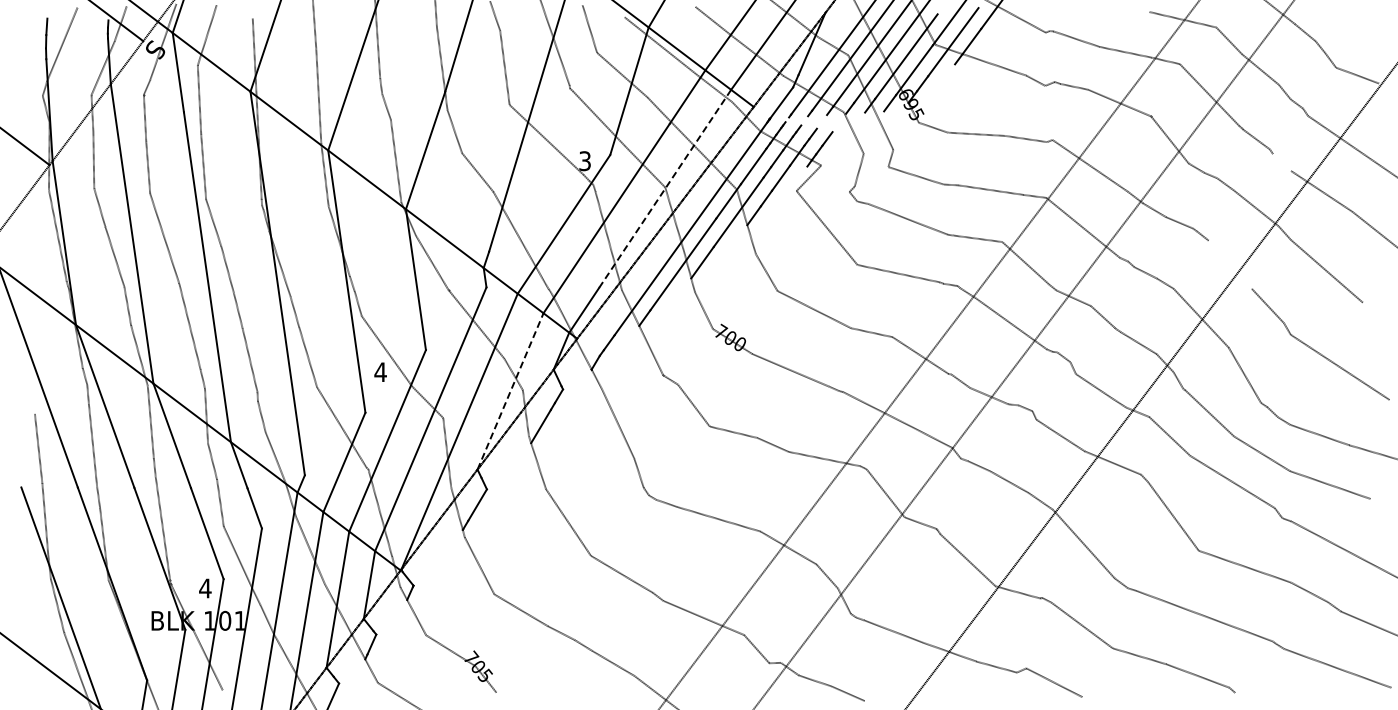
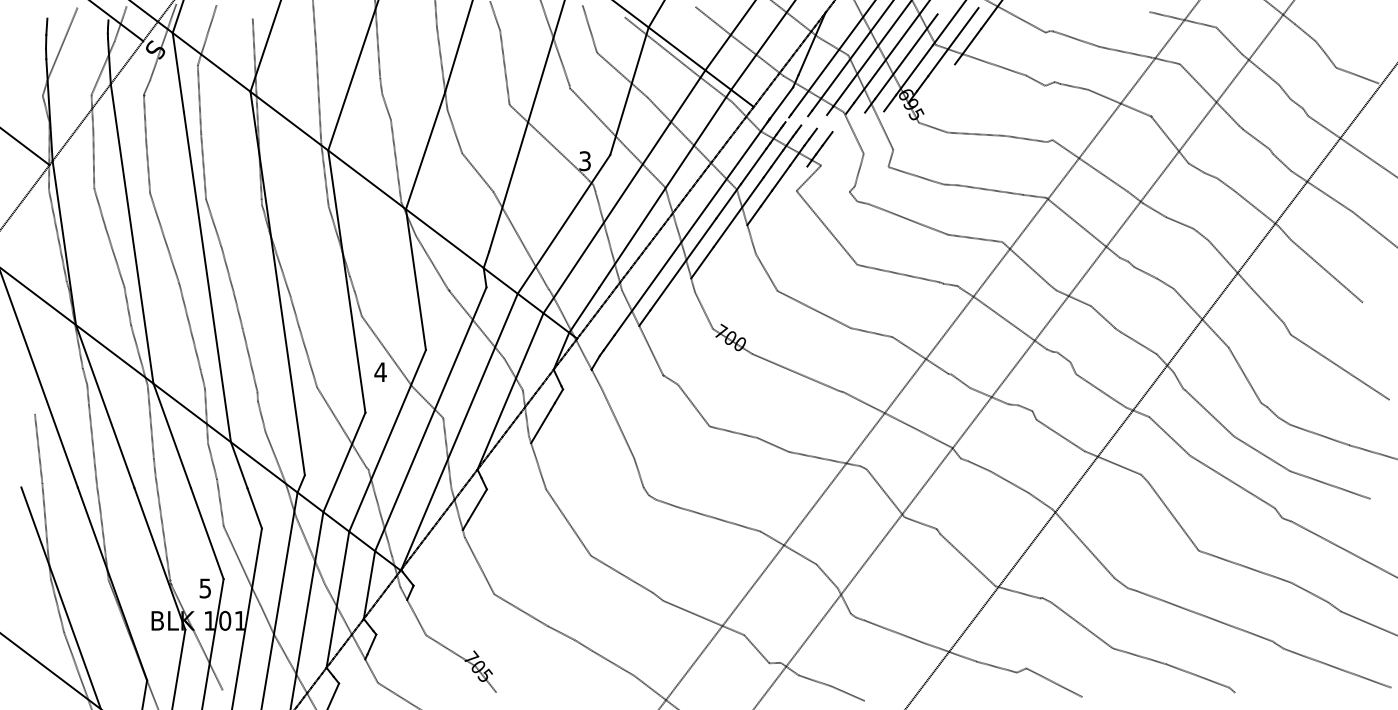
line at (1282, 162): none -> present
line at (665, 188): dashed -> solid
line at (1229, 264): none -> present
line at (510, 391): dashed -> solid
text at (205, 588): 4 -> 5
